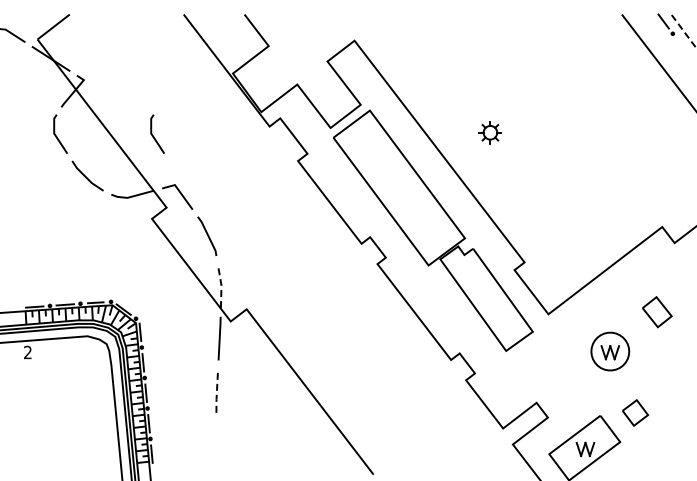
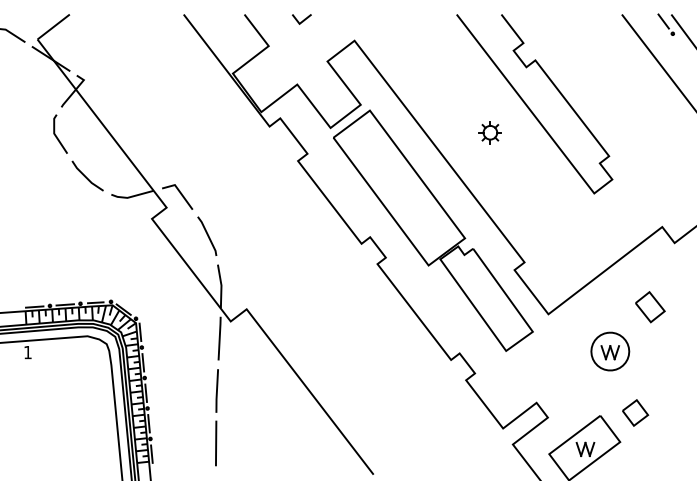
line at (302, 20): none -> present
line at (683, 31): dashed -> solid
curve at (530, 108): none -> present
line at (154, 136): present -> none
line at (221, 285): dashed -> solid
part at (657, 312) position: (657, 312) -> (650, 307)
text at (27, 352): 2 -> 1
line at (216, 391): dashed -> solid
line at (215, 443): none -> present
